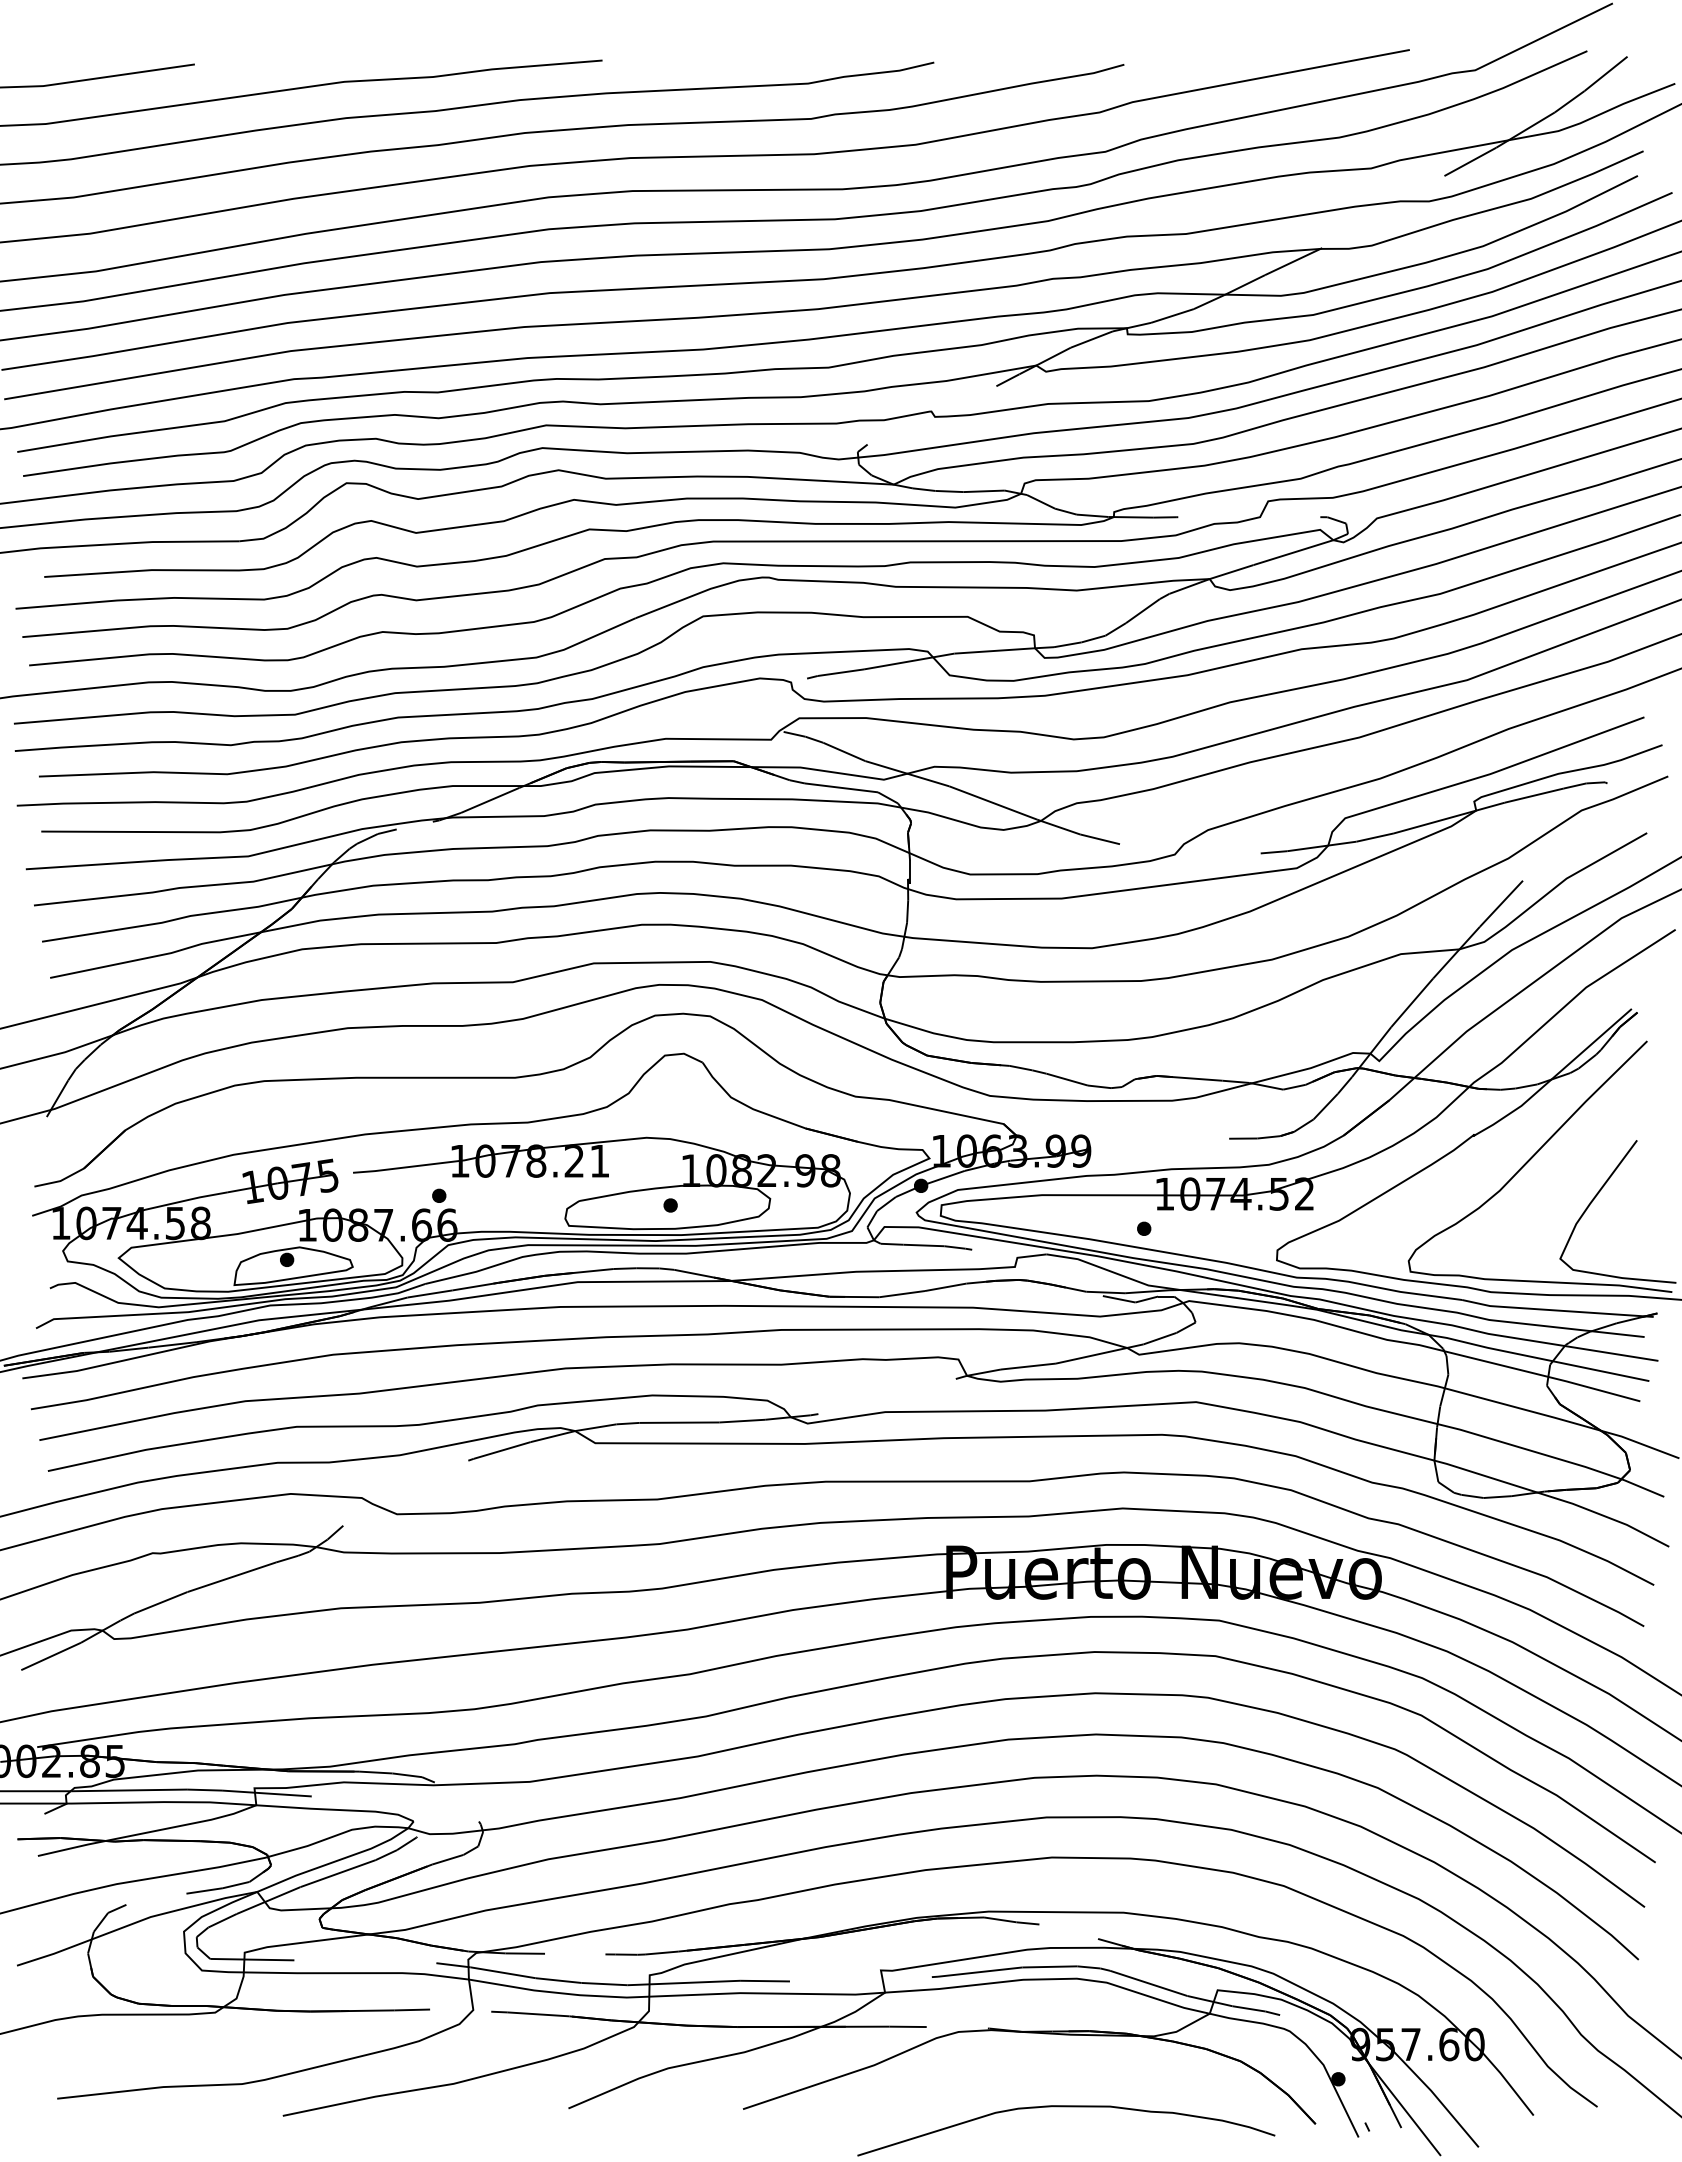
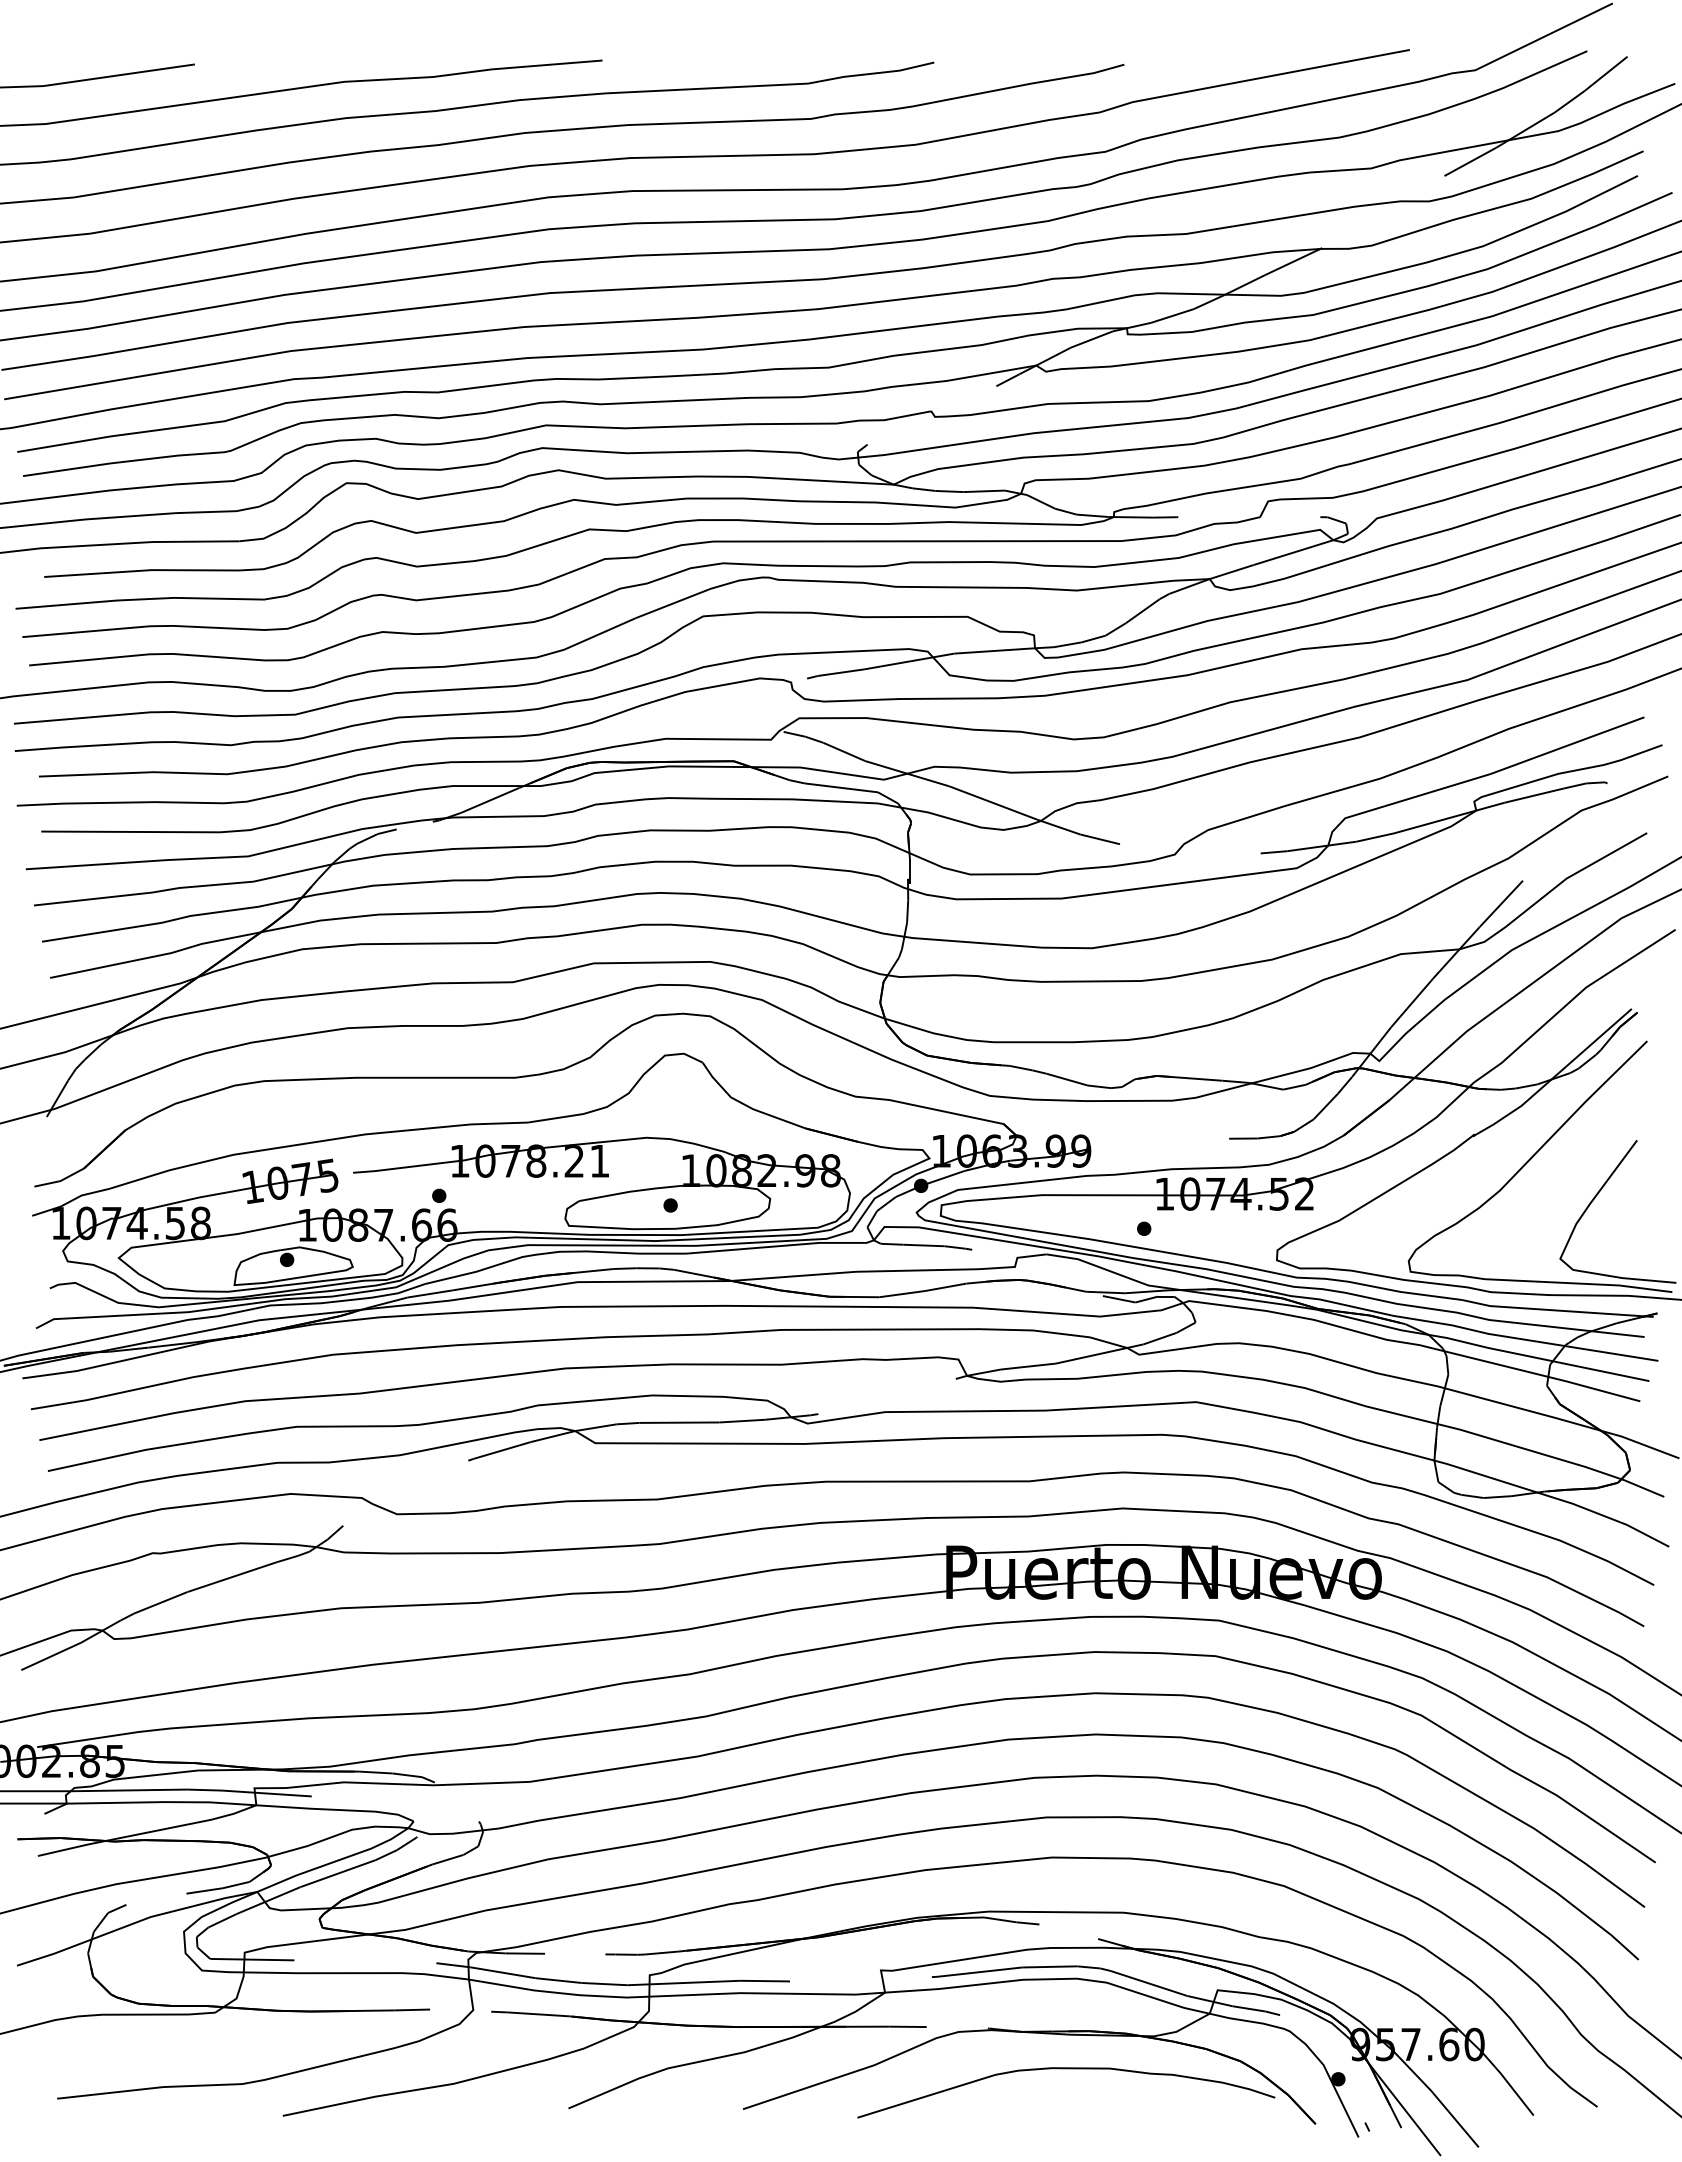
curve at (1066, 2107) position: (1066, 2107) -> (1066, 2069)
